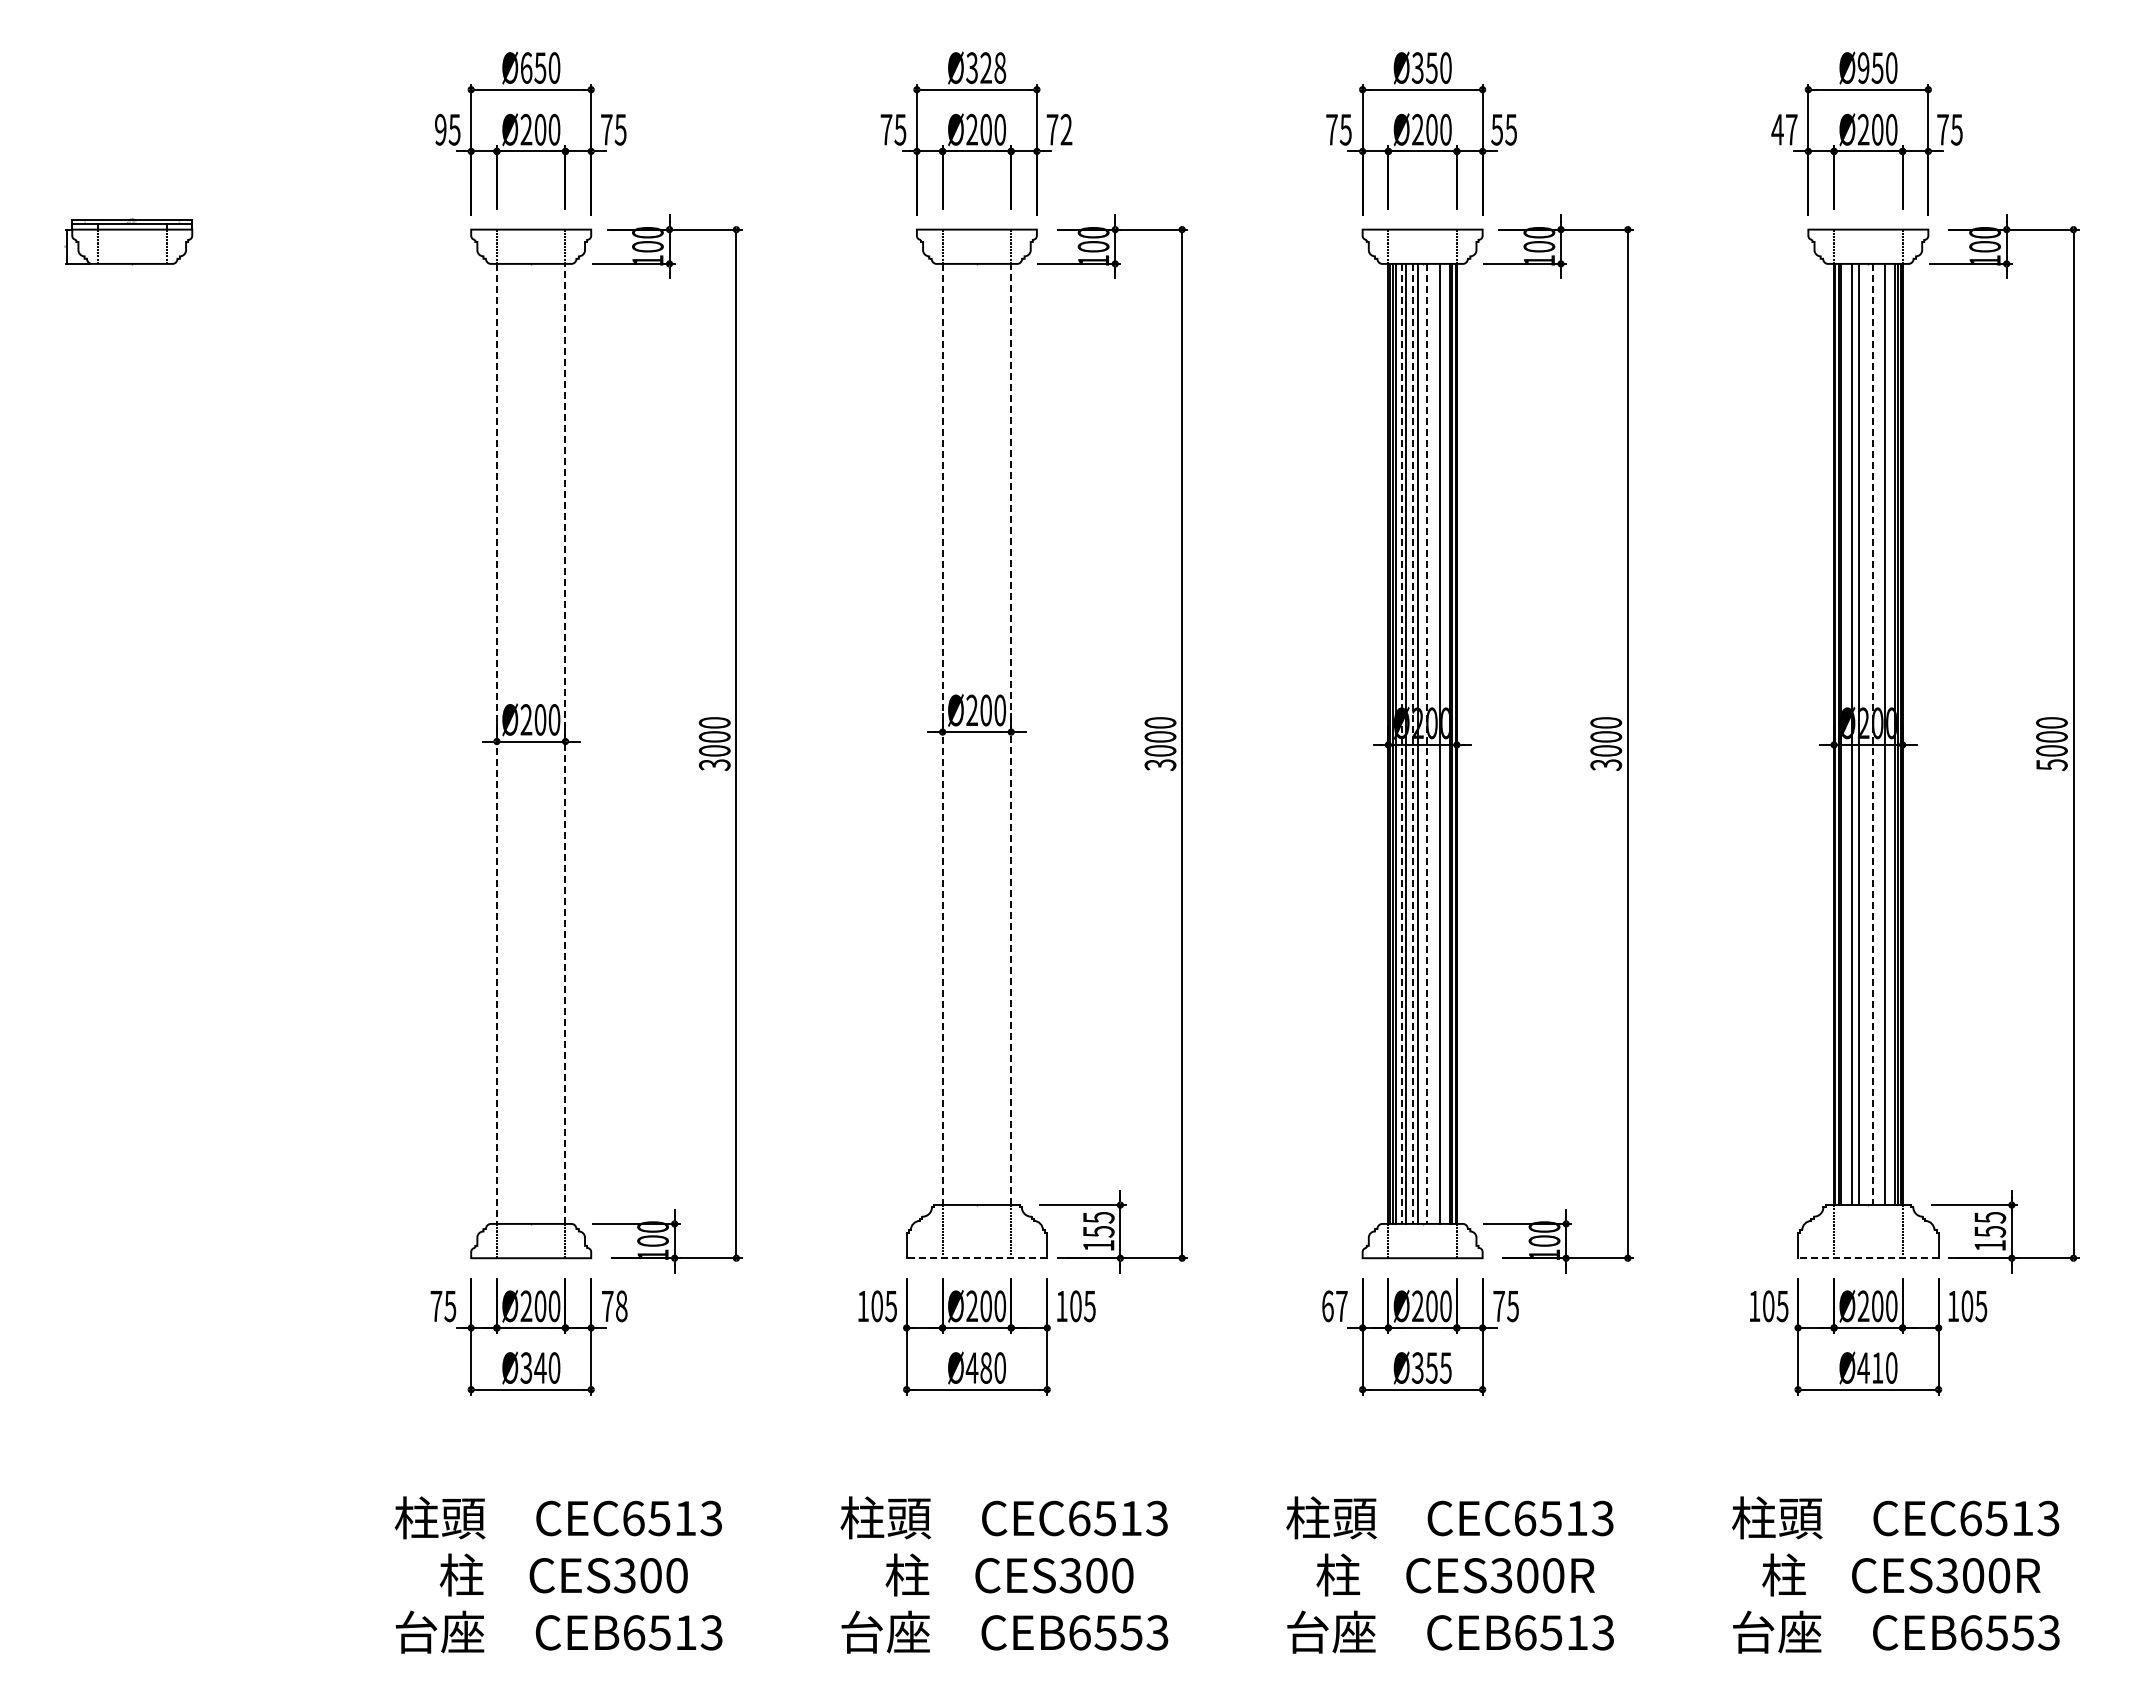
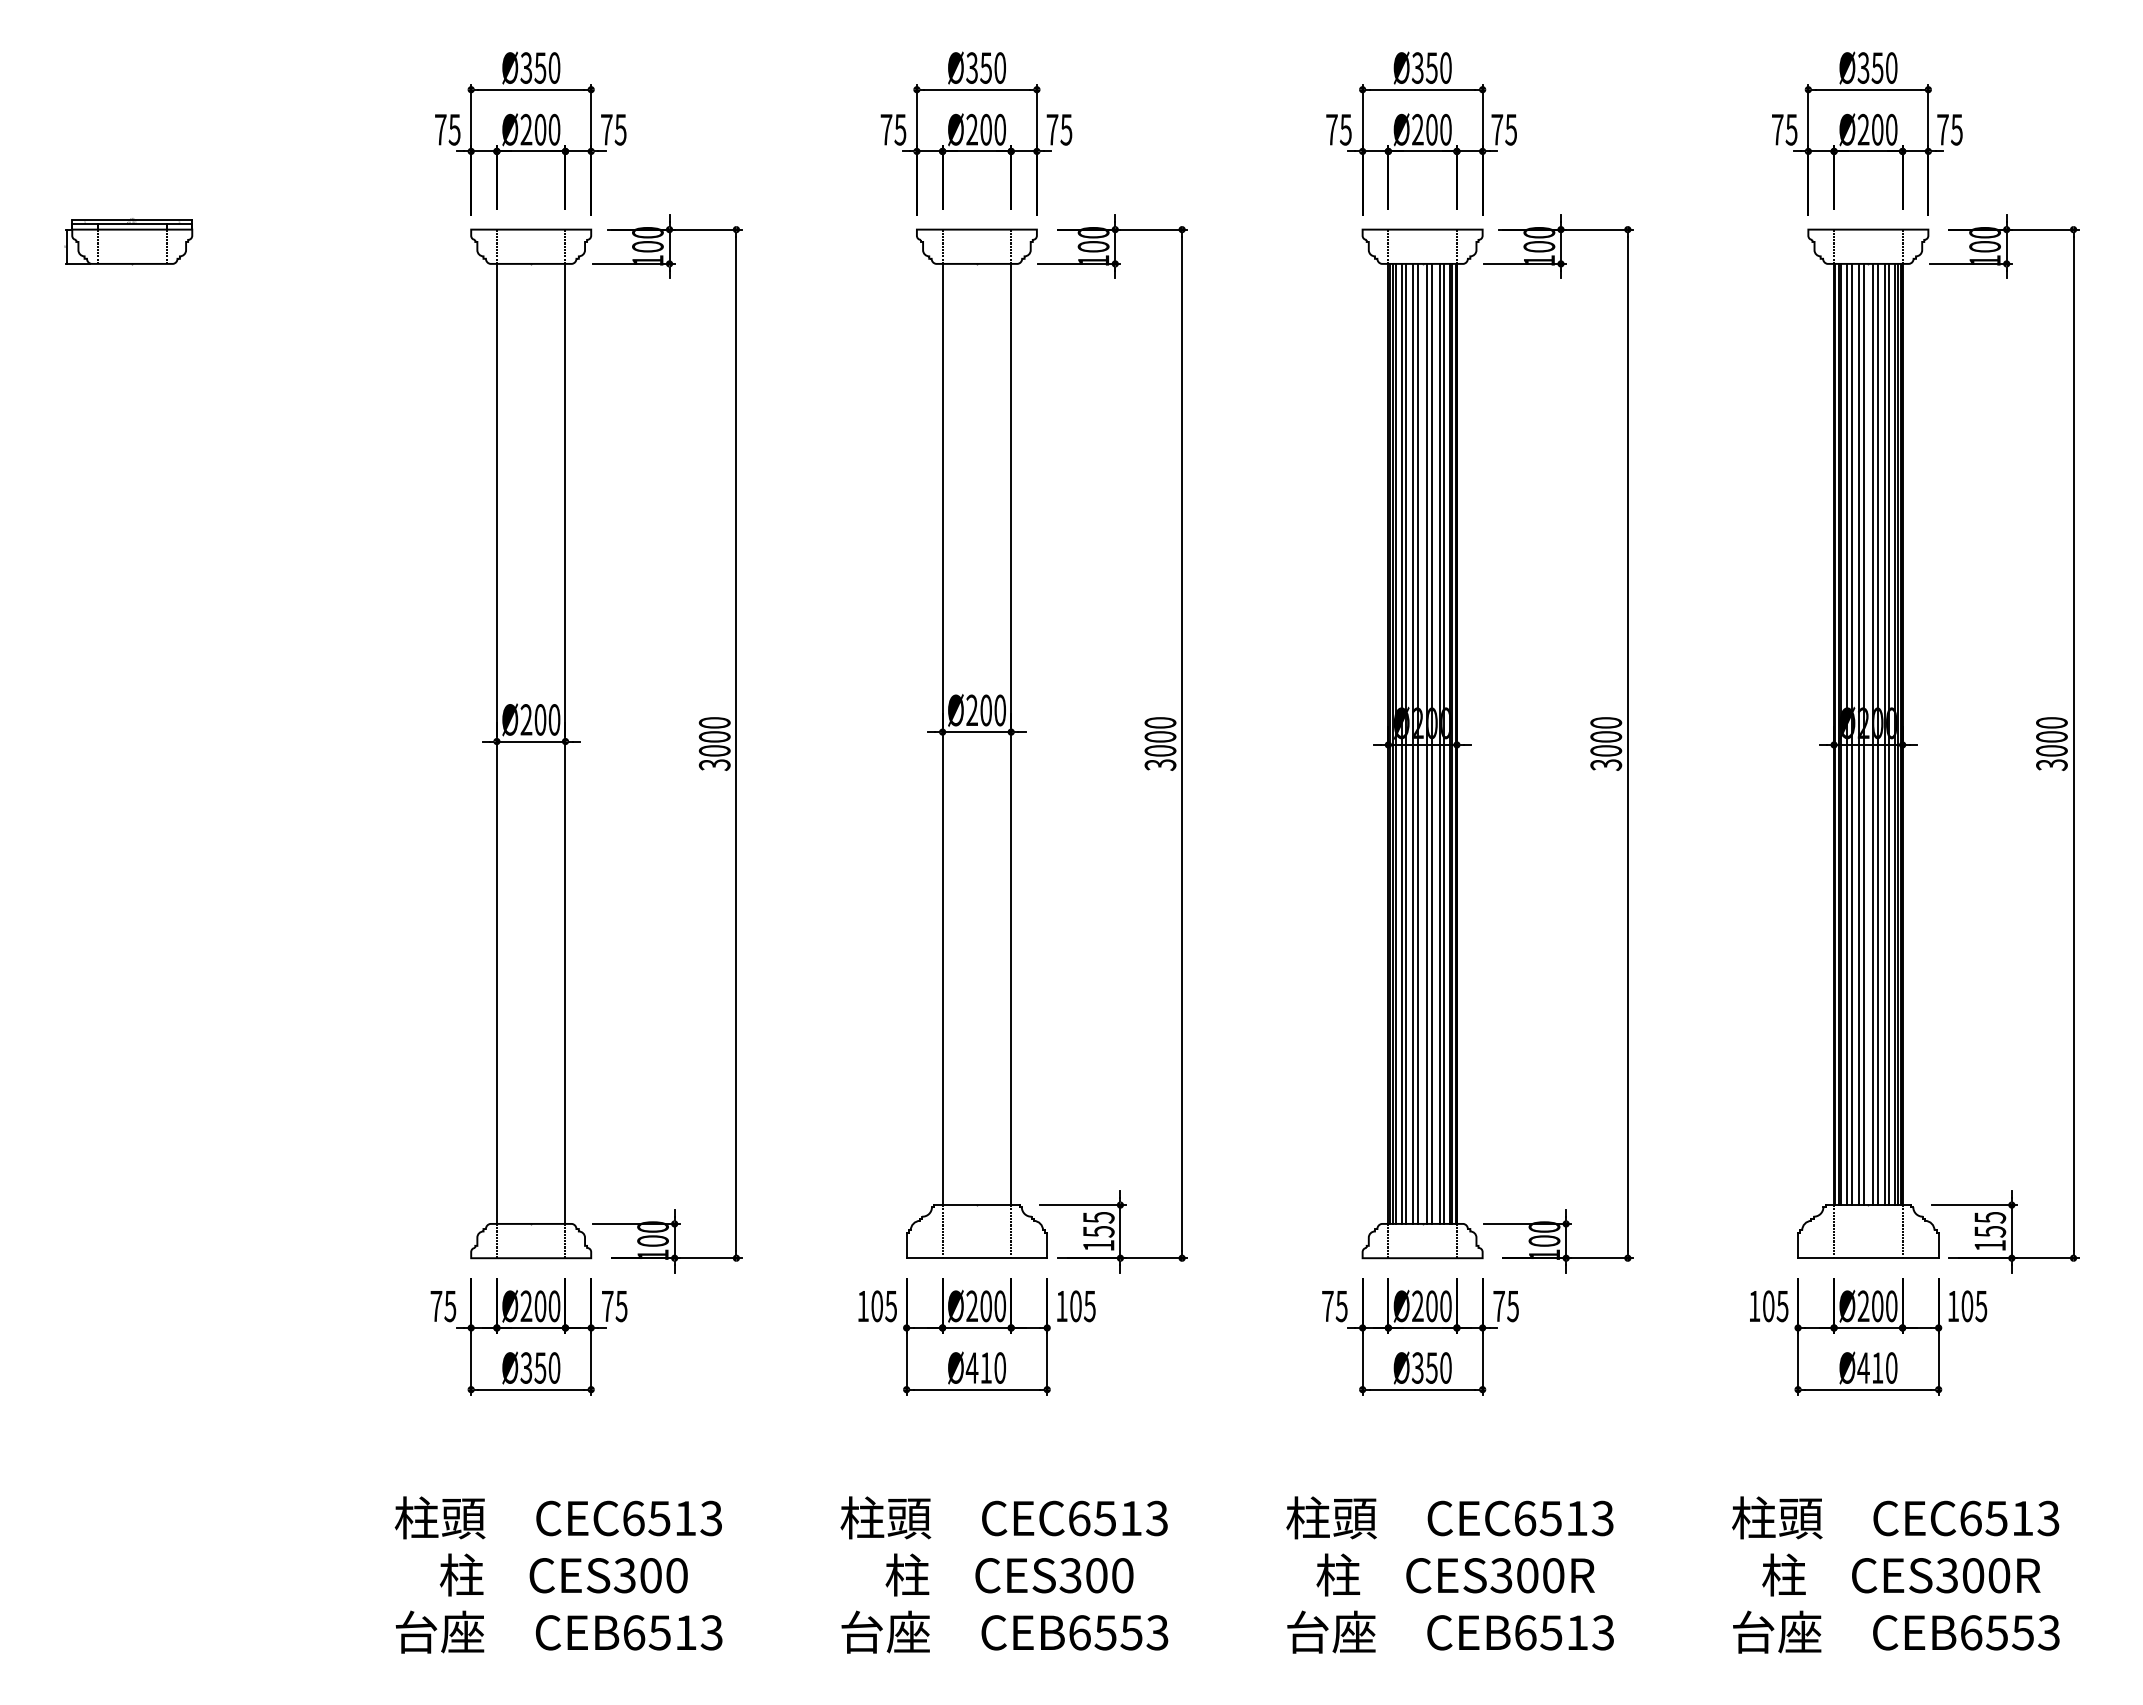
text at (526, 67): Ø650 -> Ø350
text at (993, 67): Ø328 -> Ø350
text at (1863, 67): Ø950 -> Ø350
text at (440, 129): 95 -> 75
text at (1066, 129): 72 -> 75
text at (1497, 129): 55 -> 75
text at (1784, 129): 47 -> 75
line at (942, 734): dashed -> solid
line at (1011, 734): dashed -> solid
line at (1847, 734): none -> present
line at (1864, 734): none -> present
line at (1872, 734): dashed -> solid
line at (1877, 734): none -> present
line at (1889, 734): none -> present
line at (565, 743): dashed -> solid
line at (1431, 743): none -> present
line at (1443, 743): none -> present
line at (496, 744): dashed -> solid
line at (1401, 744): dashed -> solid
line at (1413, 744): dashed -> solid
line at (1426, 744): dashed -> solid
text at (2051, 764): 5000 -> 3000
line at (976, 1258): dashed -> solid
line at (1867, 1258): dashed -> solid
text at (621, 1306): 78 -> 75
text at (1334, 1306): 67 -> 75
text at (540, 1367): Ø340 -> Ø350
text at (986, 1367): Ø480 -> Ø410
text at (1445, 1367): Ø355 -> Ø350
